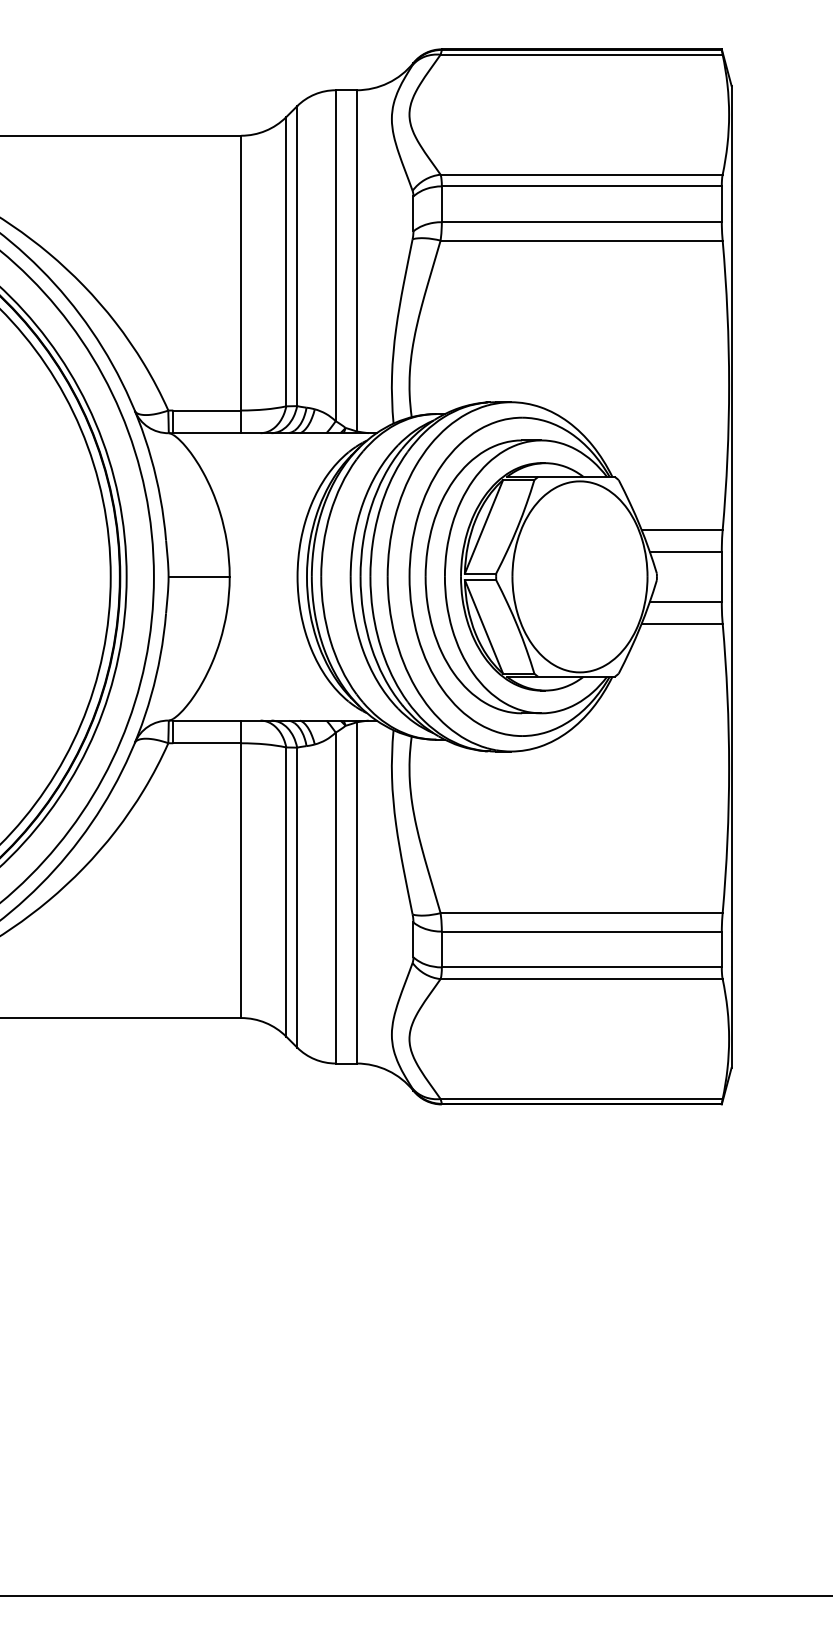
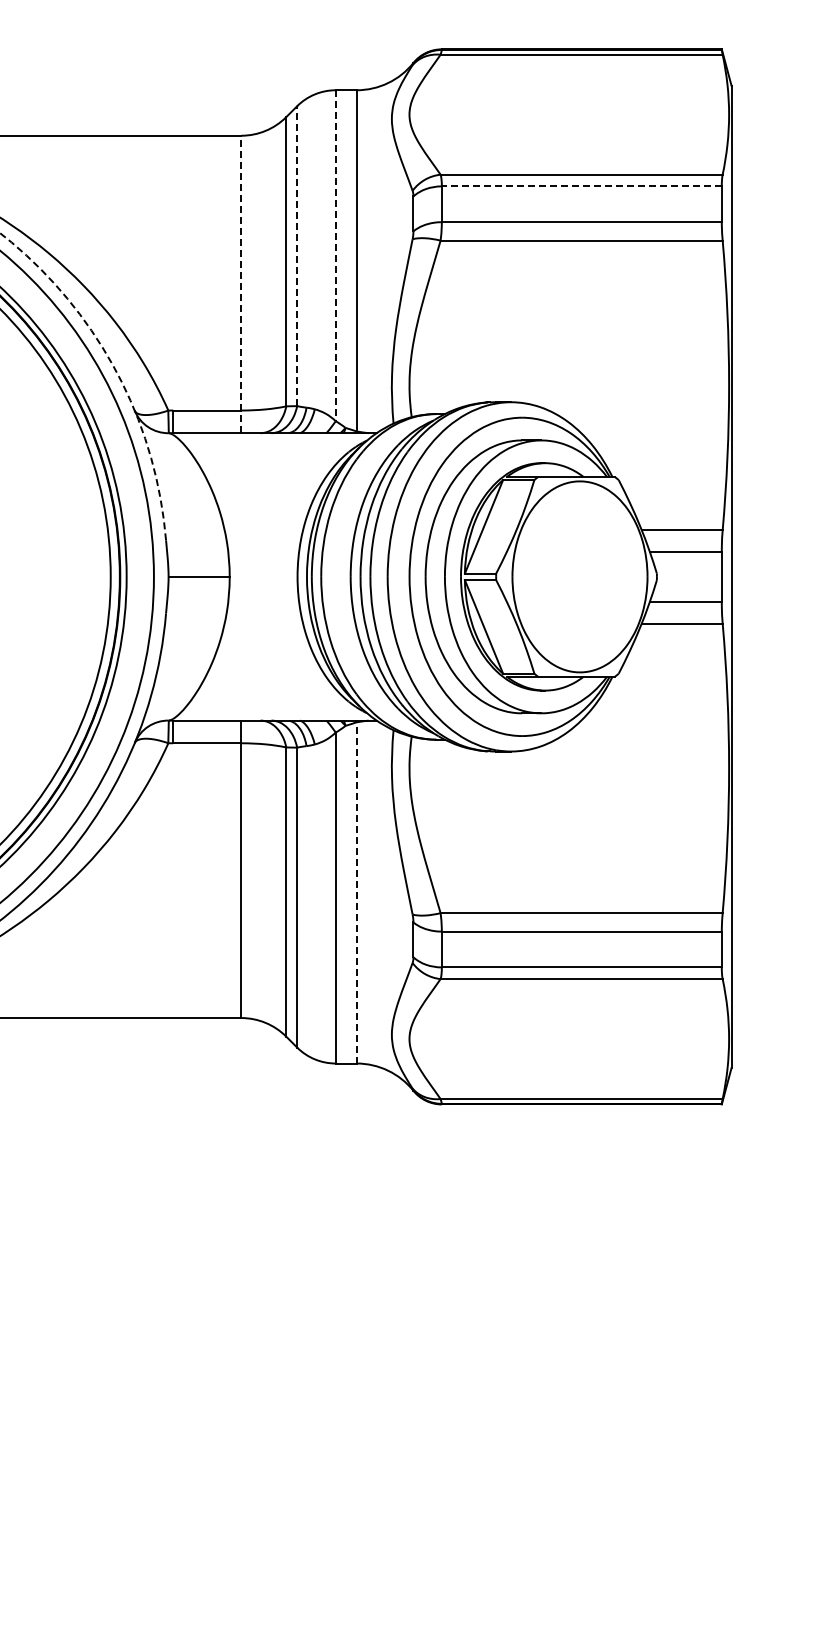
line at (581, 186): solid -> dashed
line at (297, 256): solid -> dashed
line at (335, 256): solid -> dashed
line at (241, 284): solid -> dashed
arc at (115, 370): solid -> dashed
line at (356, 892): solid -> dashed
line at (415, 1595): present -> none
